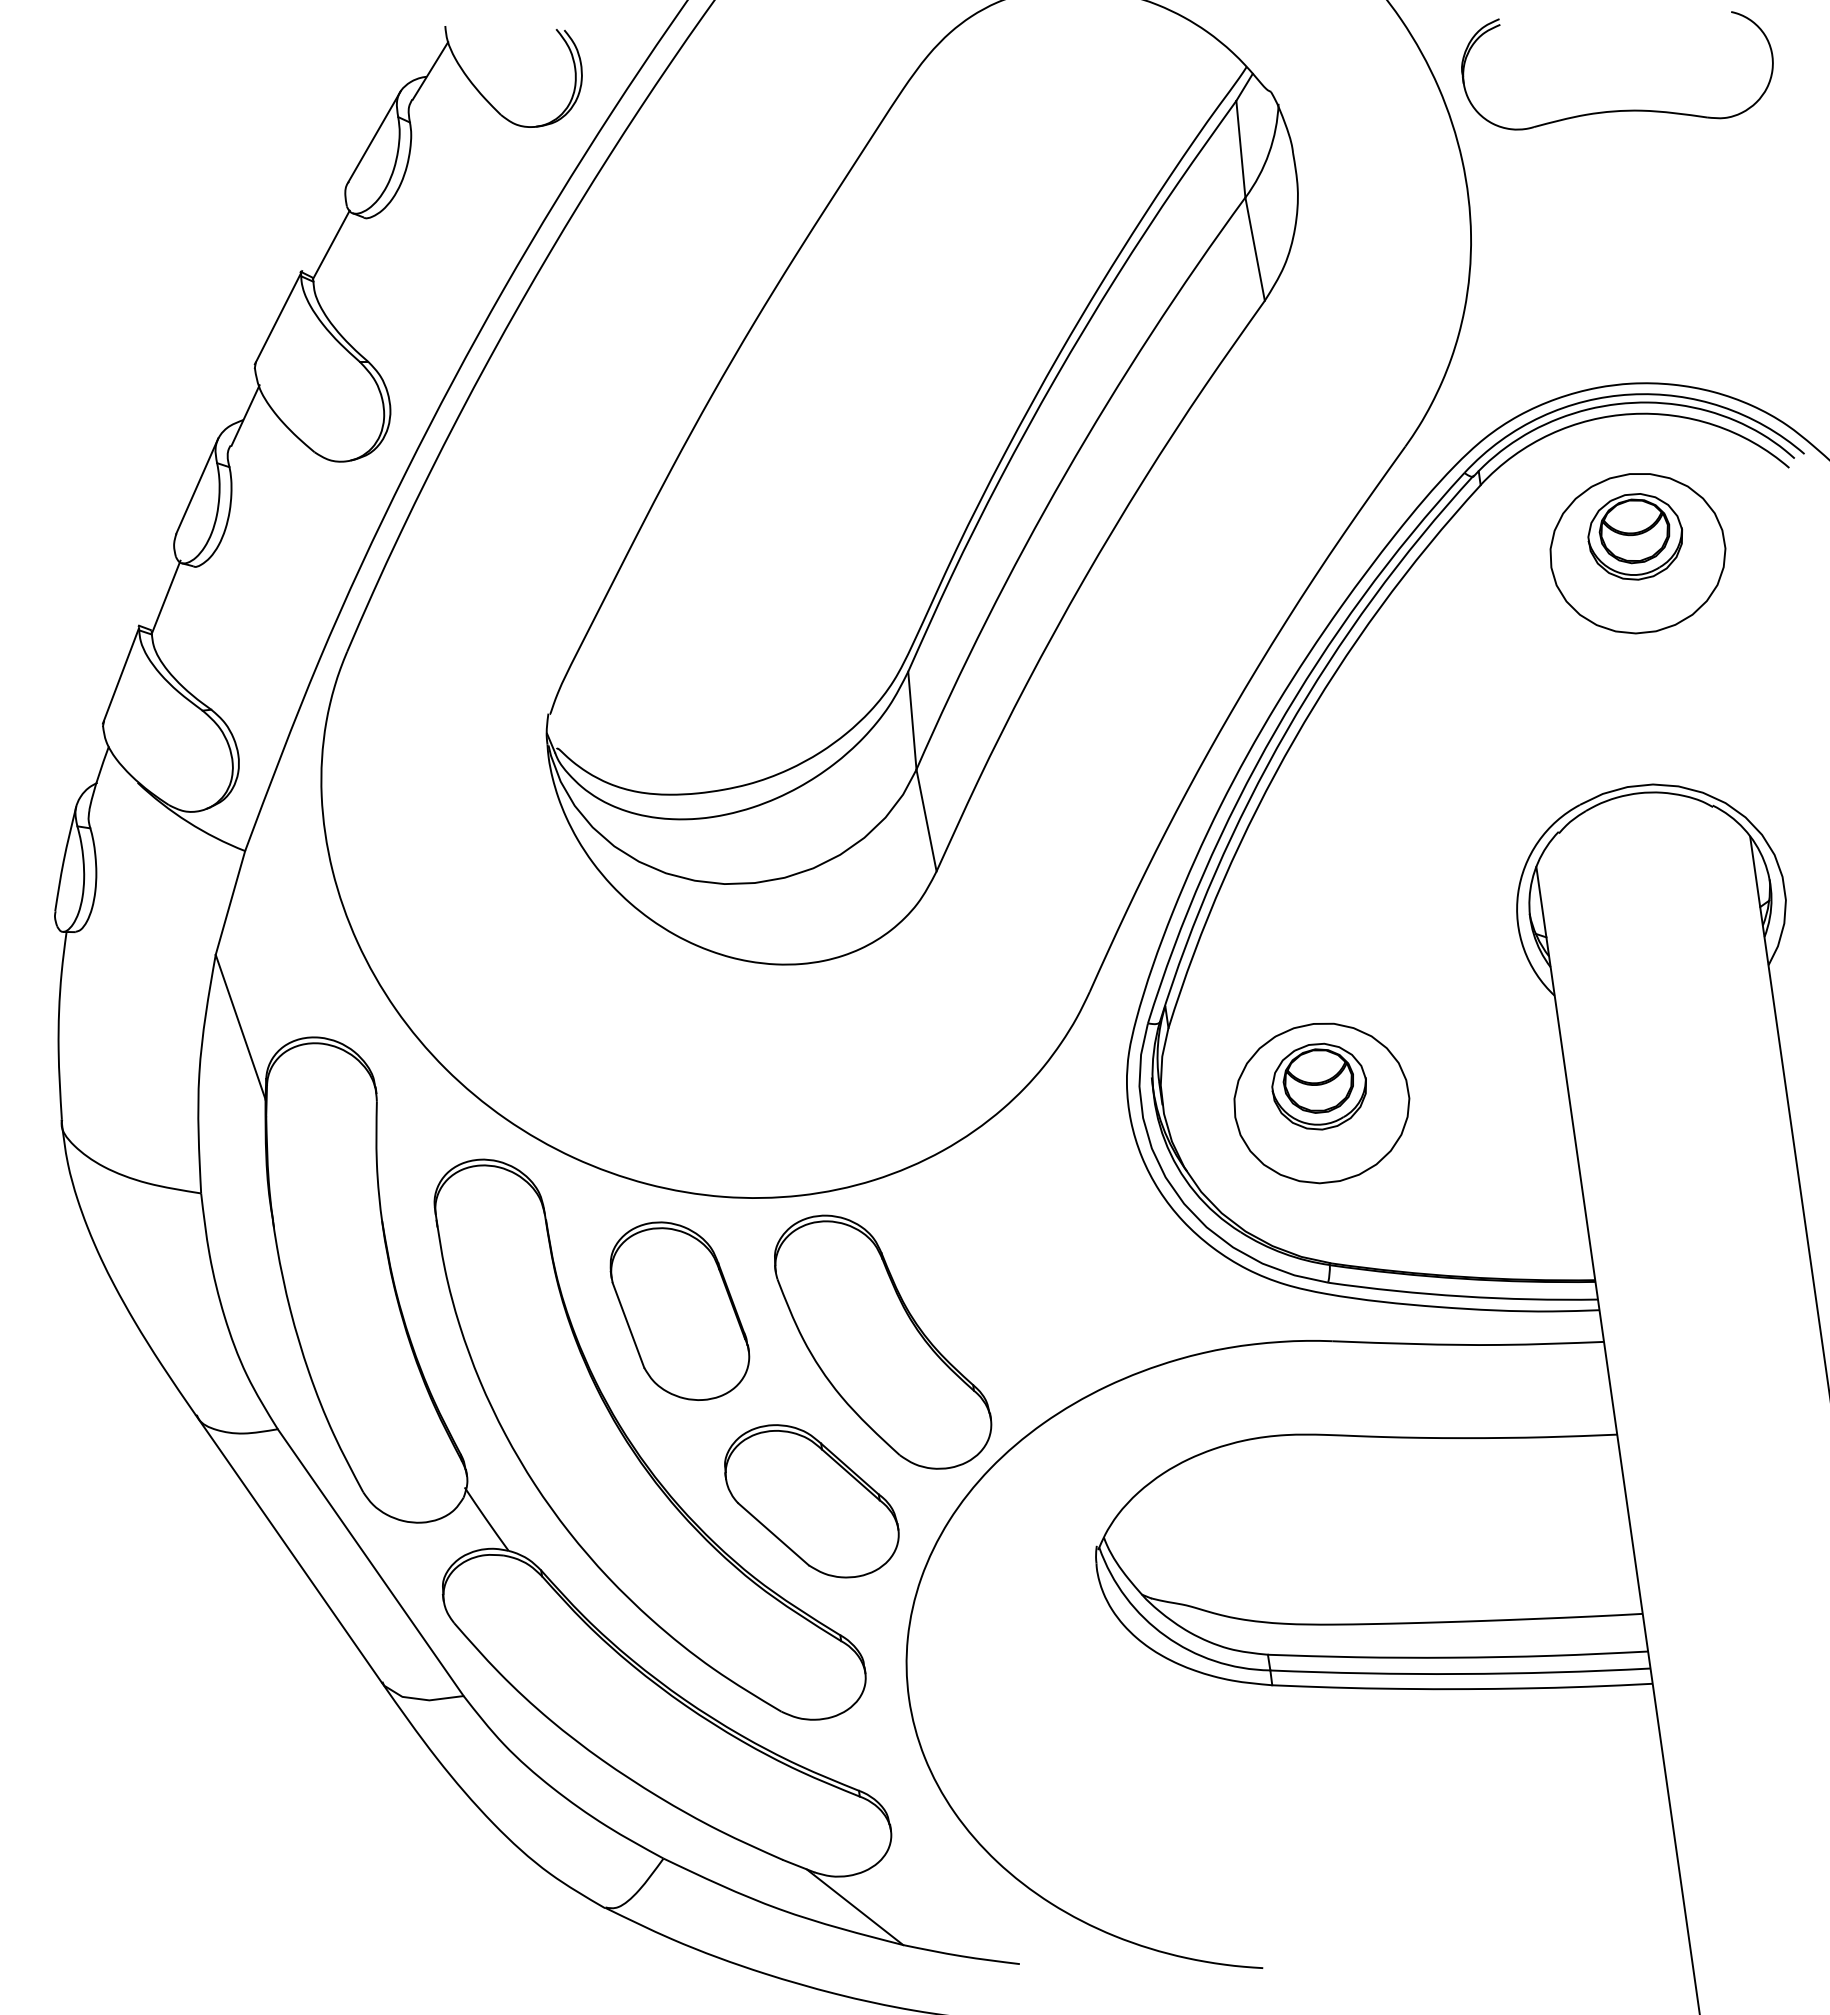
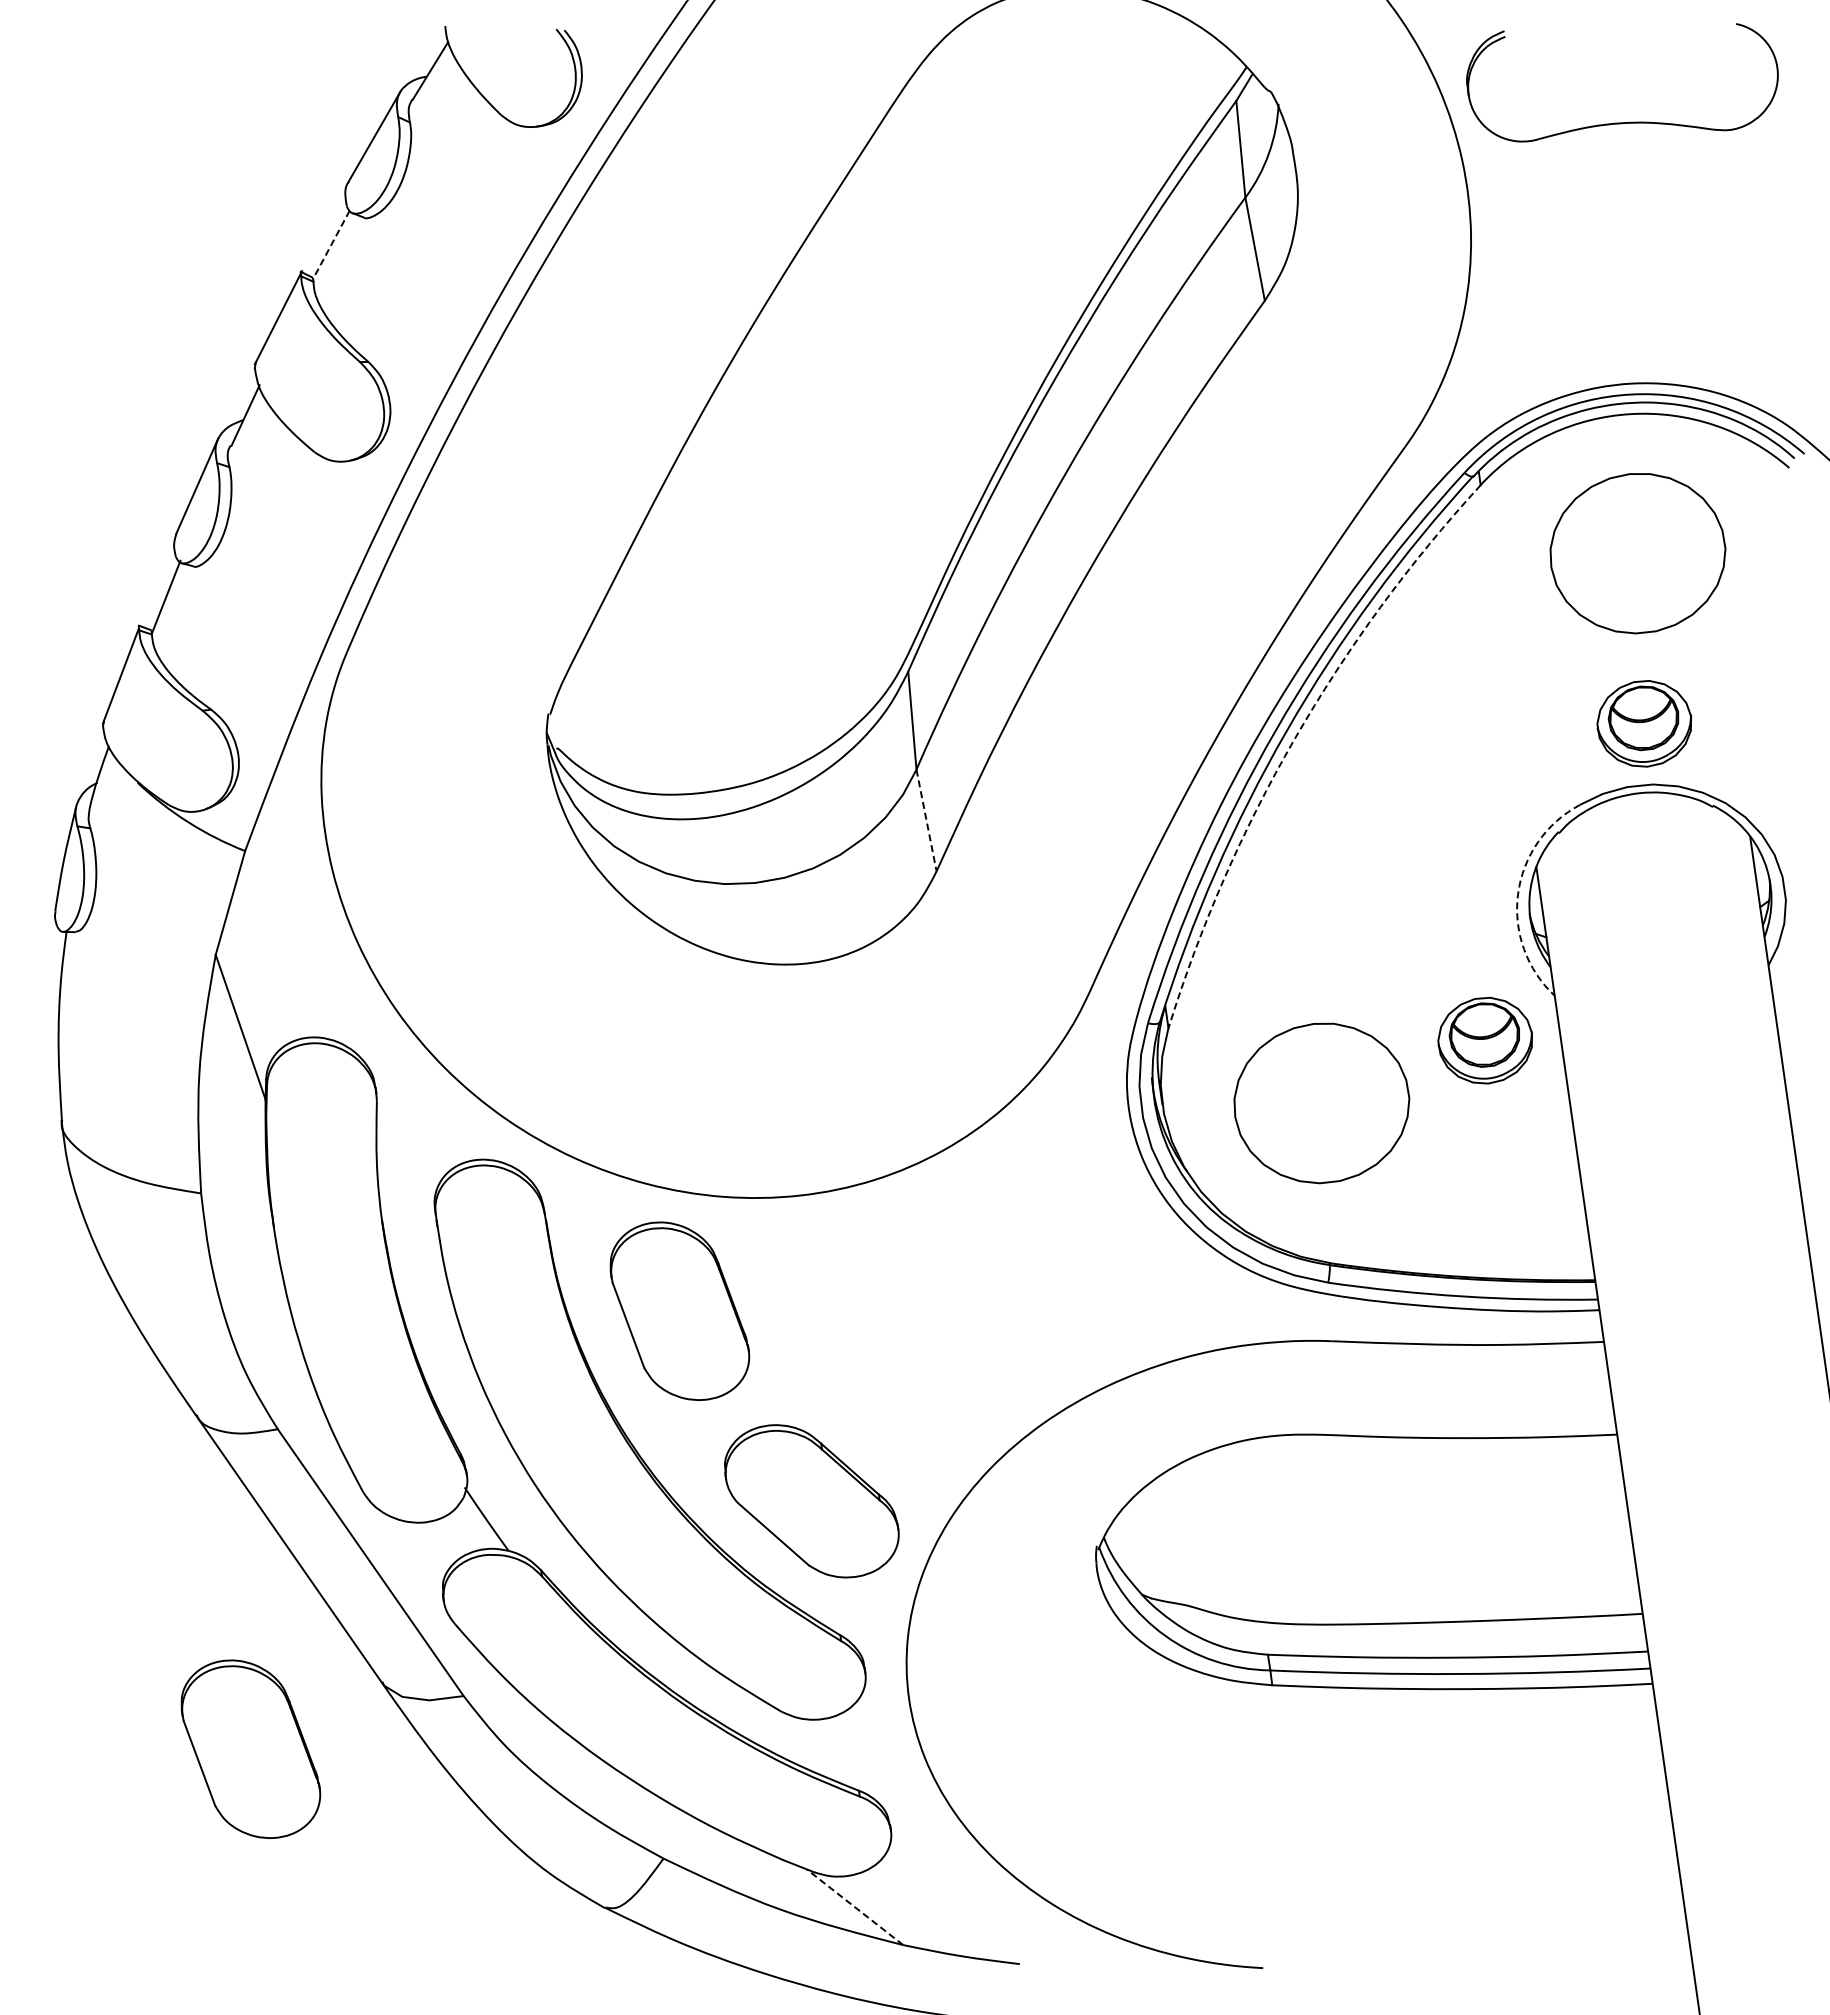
part at (1625, 109) position: (1625, 109) -> (1630, 121)
line at (331, 244): solid -> dashed
part at (1634, 536) position: (1634, 536) -> (1643, 723)
arc at (1294, 739): solid -> dashed
line at (926, 820): solid -> dashed
arc at (1518, 893): solid -> dashed
part at (1318, 1086) position: (1318, 1086) -> (1484, 1040)
part at (883, 1341): present -> none
part at (250, 1748): none -> present
line at (854, 1906): solid -> dashed
